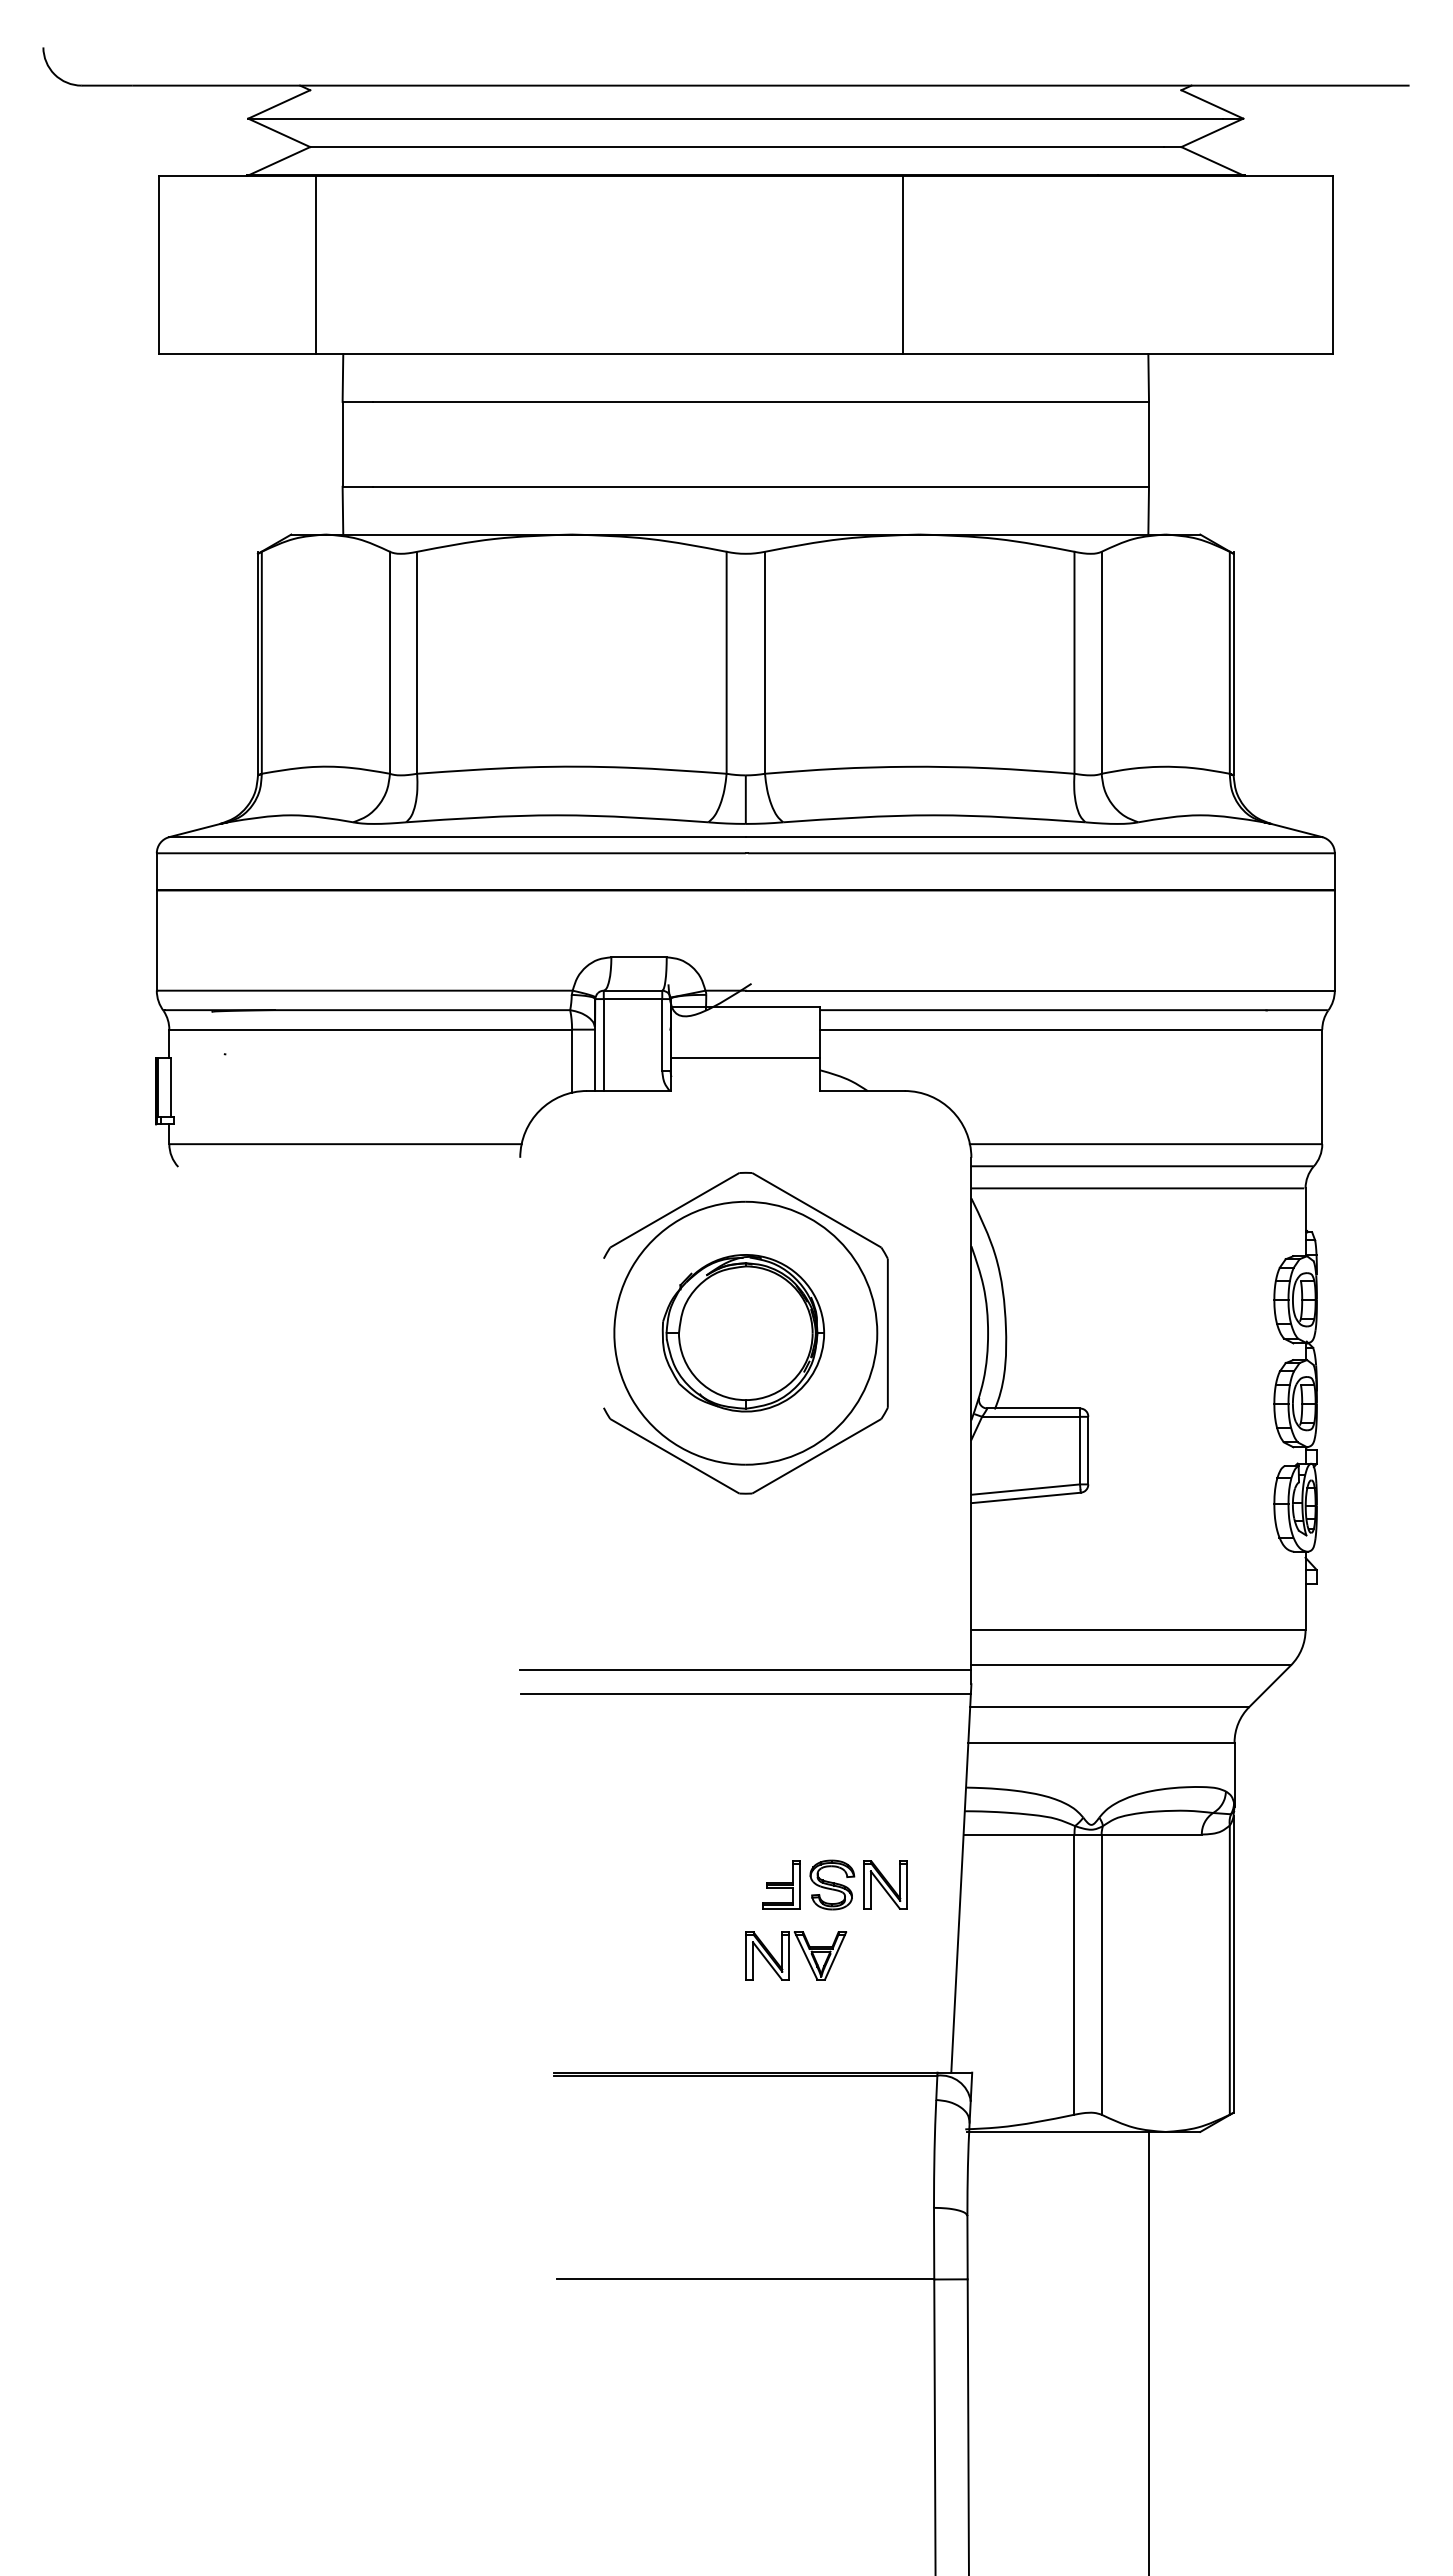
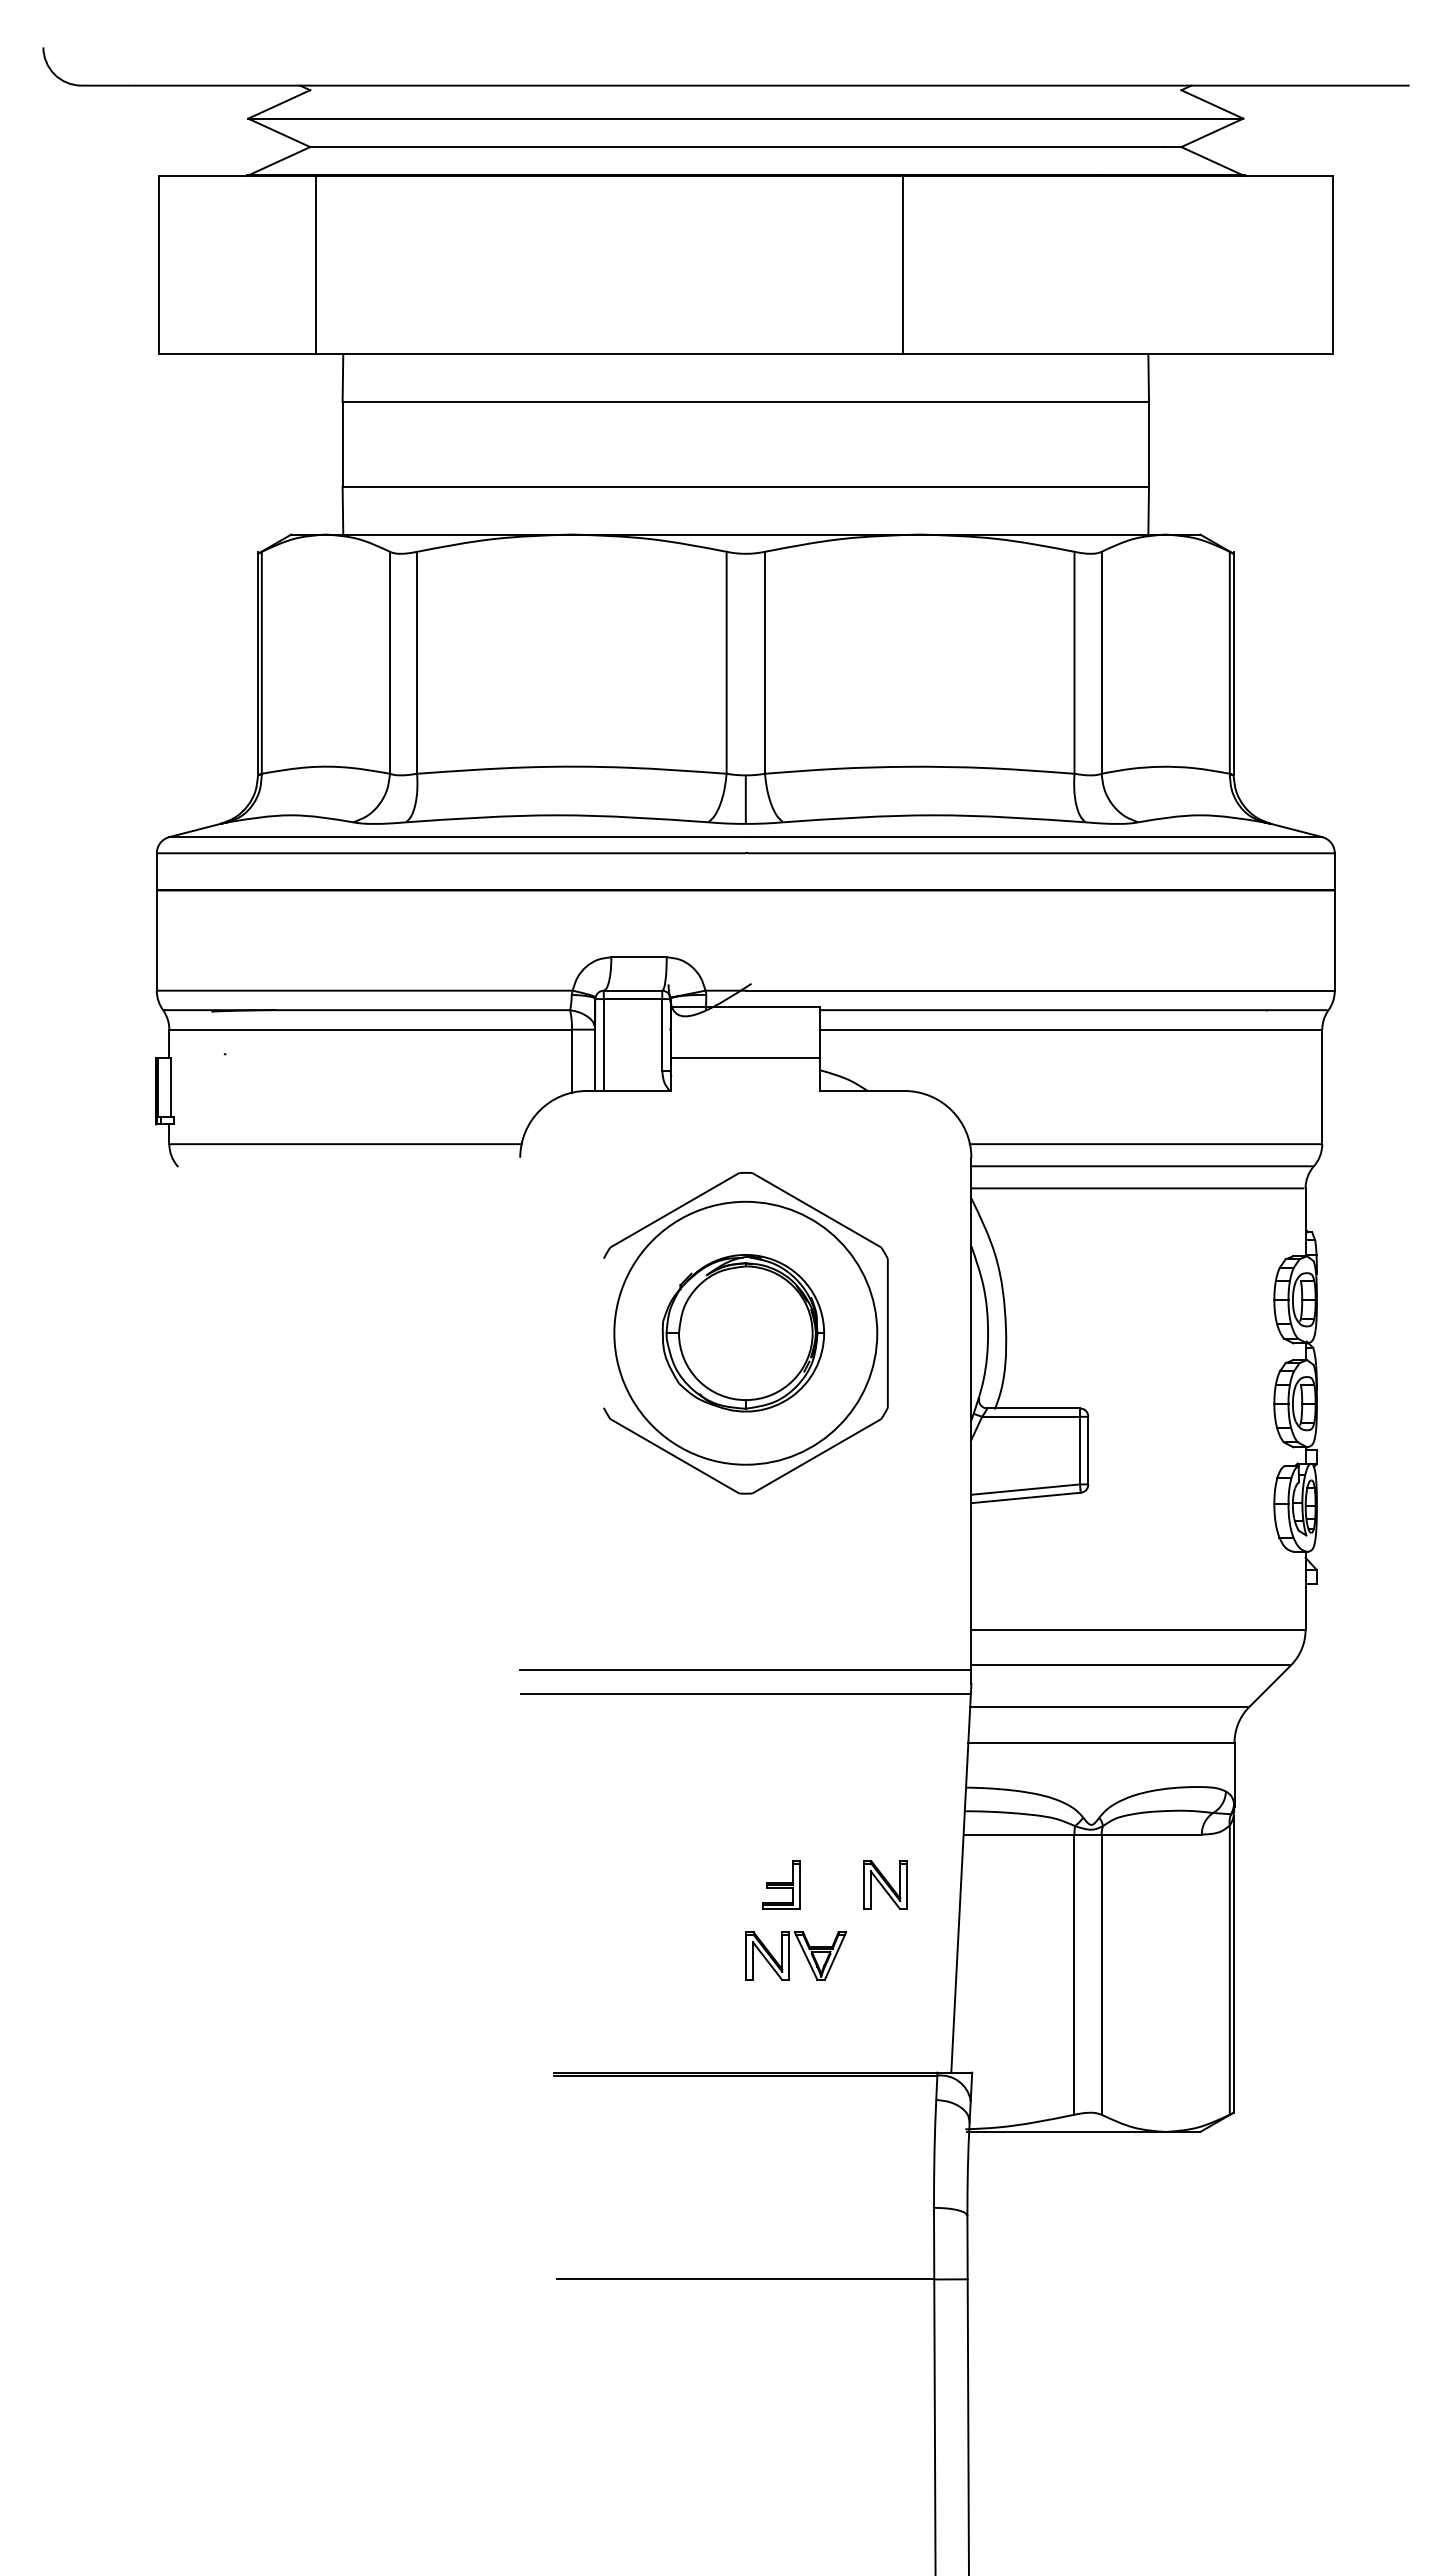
part at (832, 1884): present -> none
line at (1149, 2351): present -> none
